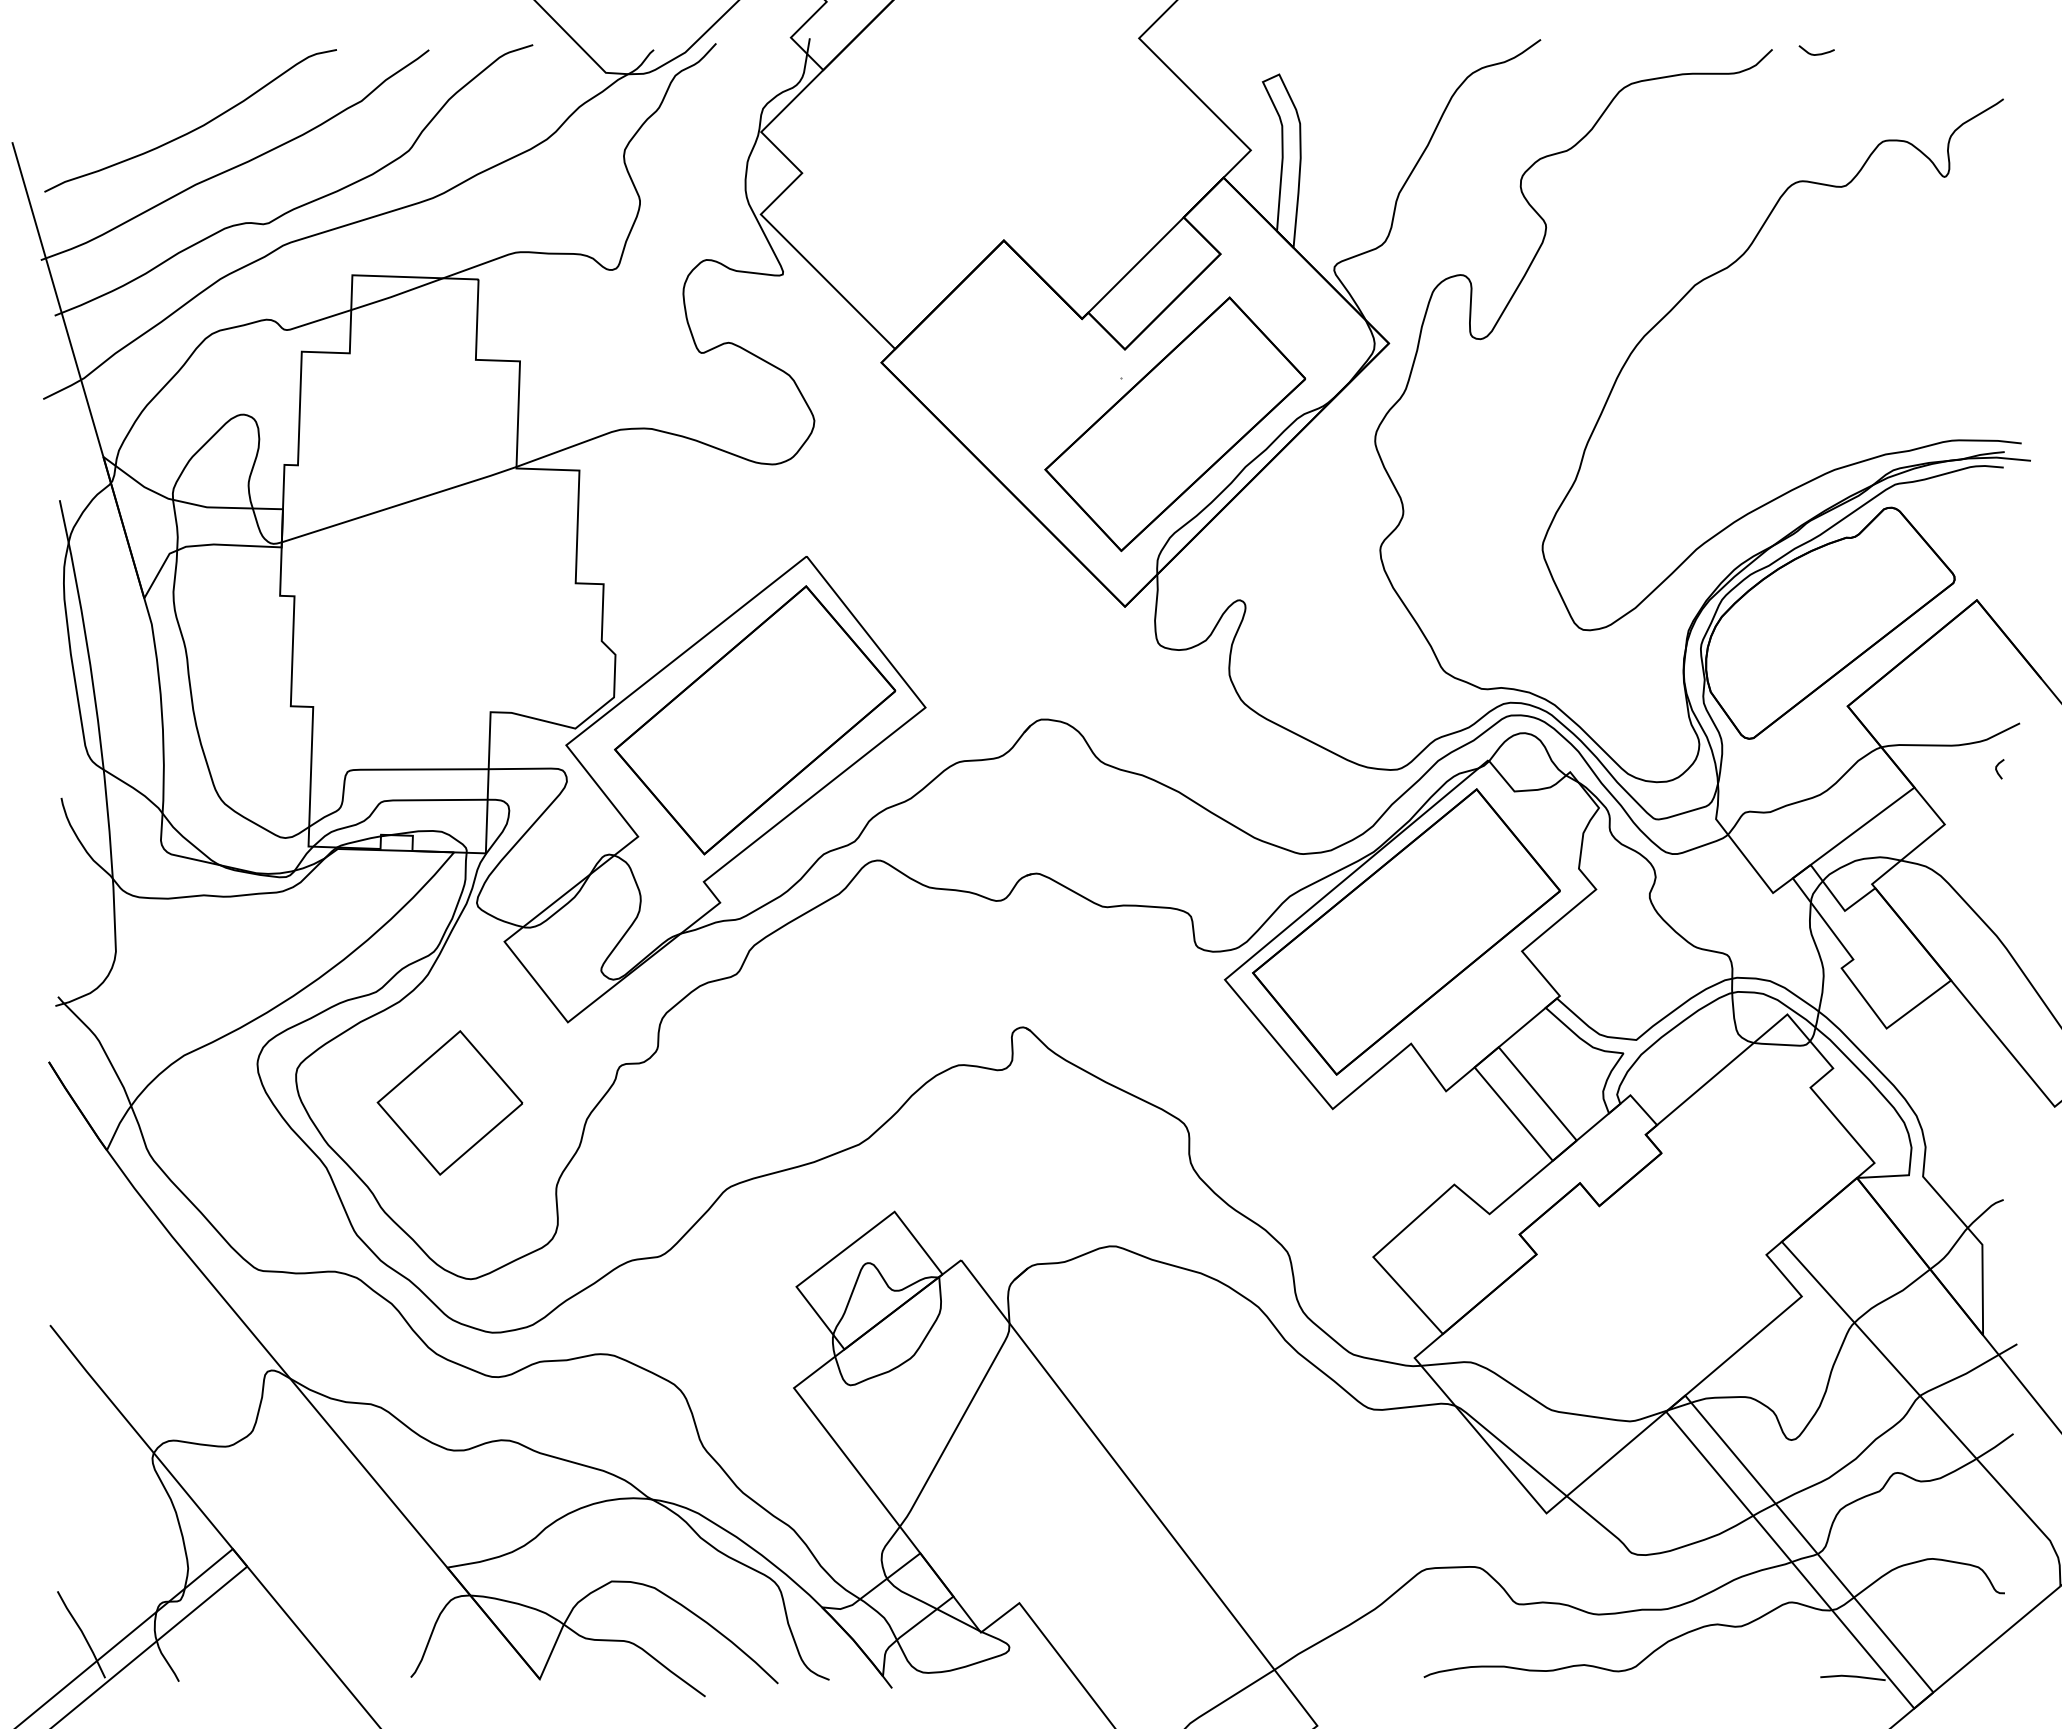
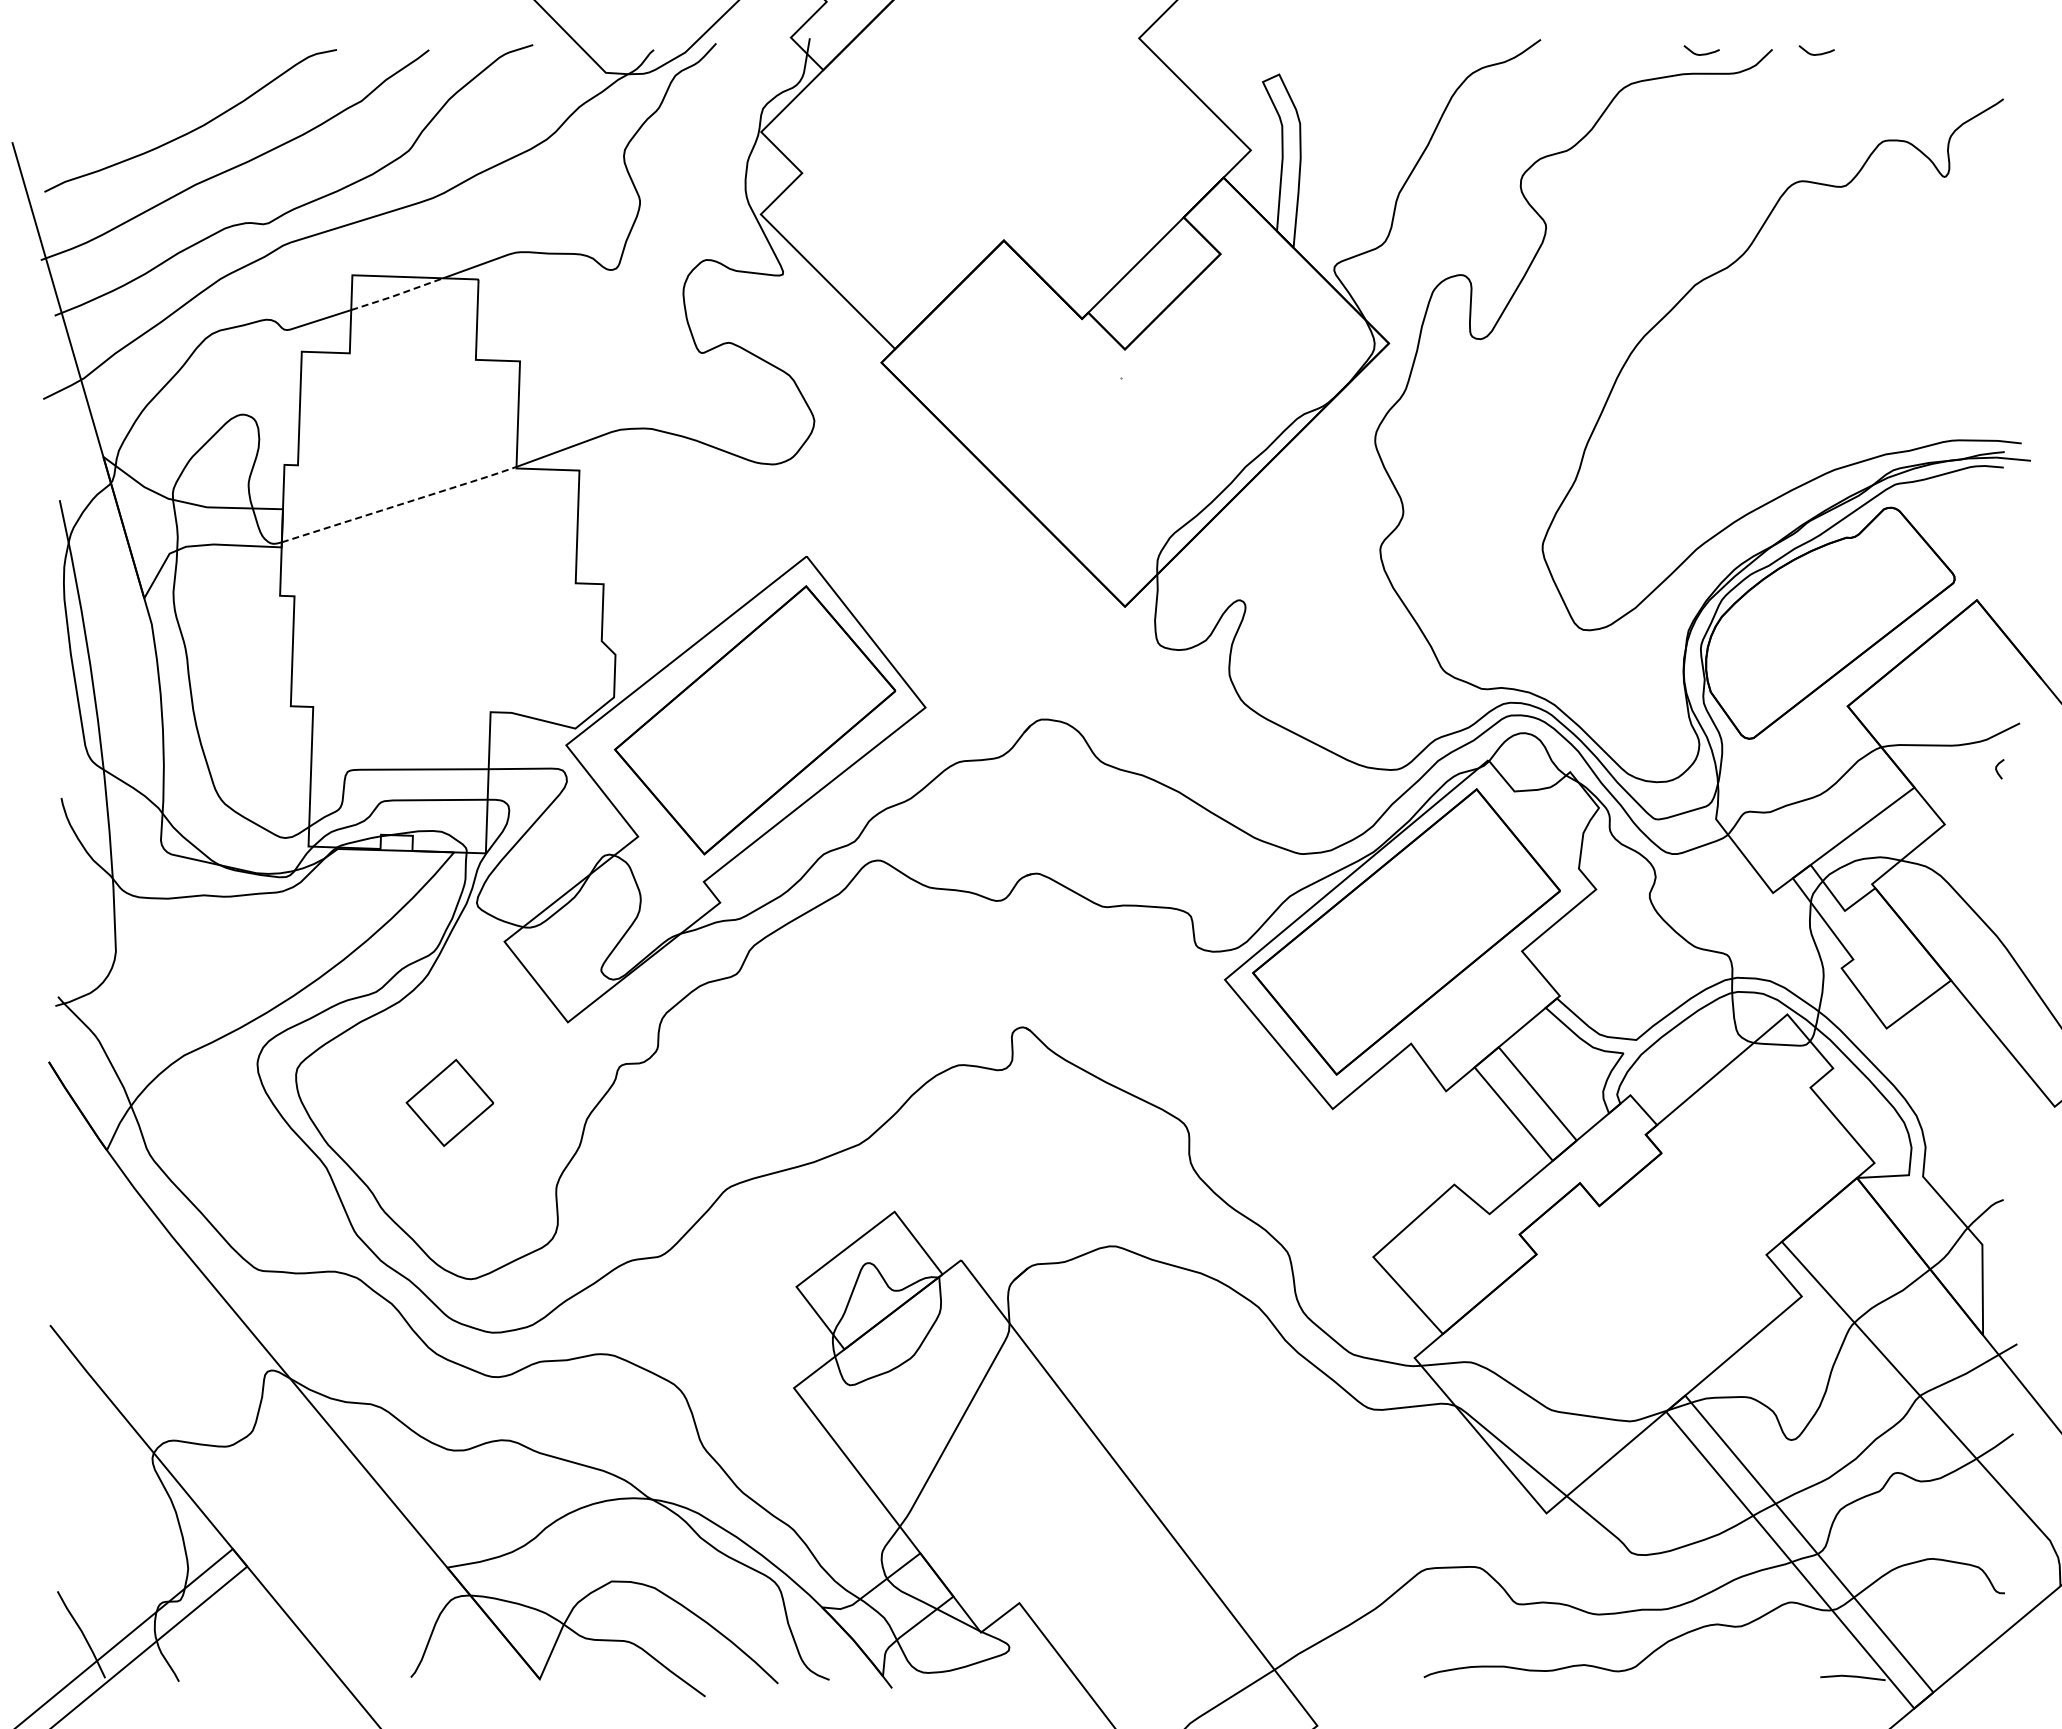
curve at (1701, 53): none -> present
line at (397, 294): solid -> dashed
part at (1174, 424): present -> none
line at (400, 504): solid -> dashed
part at (449, 1102) size: 148x146 px -> 90x89 px
